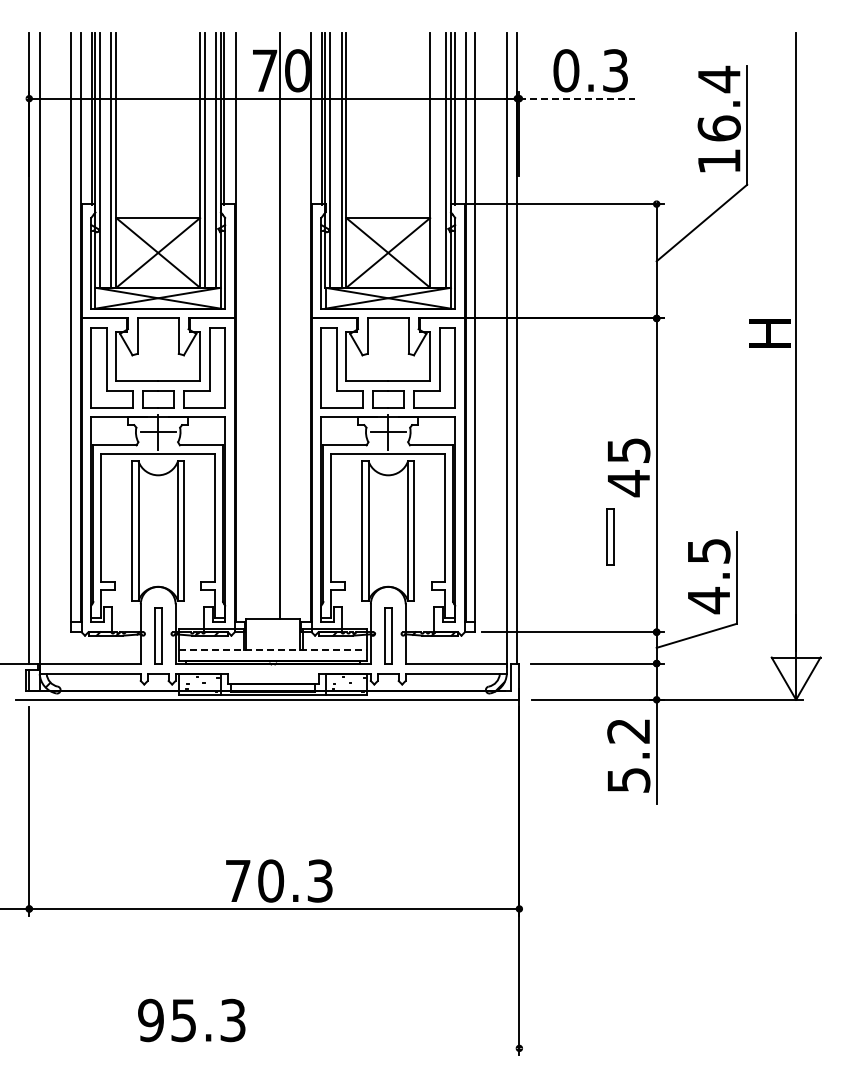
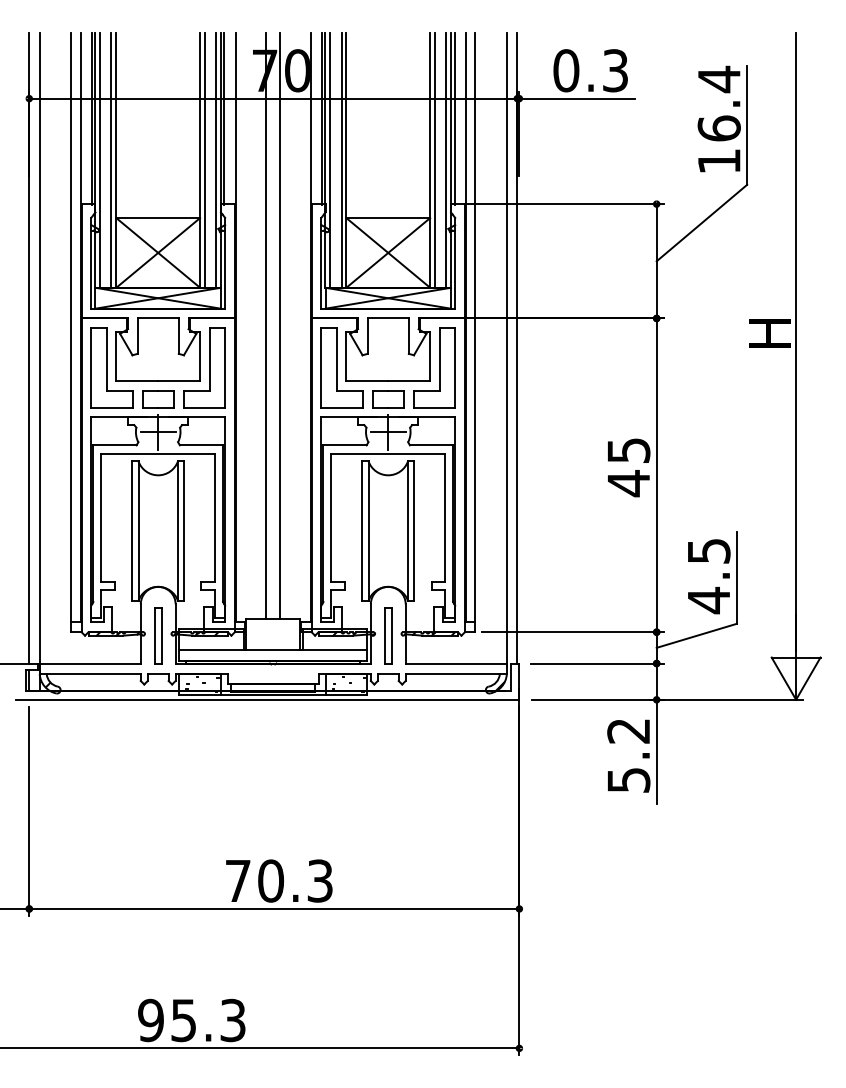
line at (577, 98): dashed -> solid
line at (435, 159): none -> present
line at (266, 325): none -> present
part at (610, 536): present -> none
line at (273, 650): dashed -> solid
line at (260, 1048): none -> present
